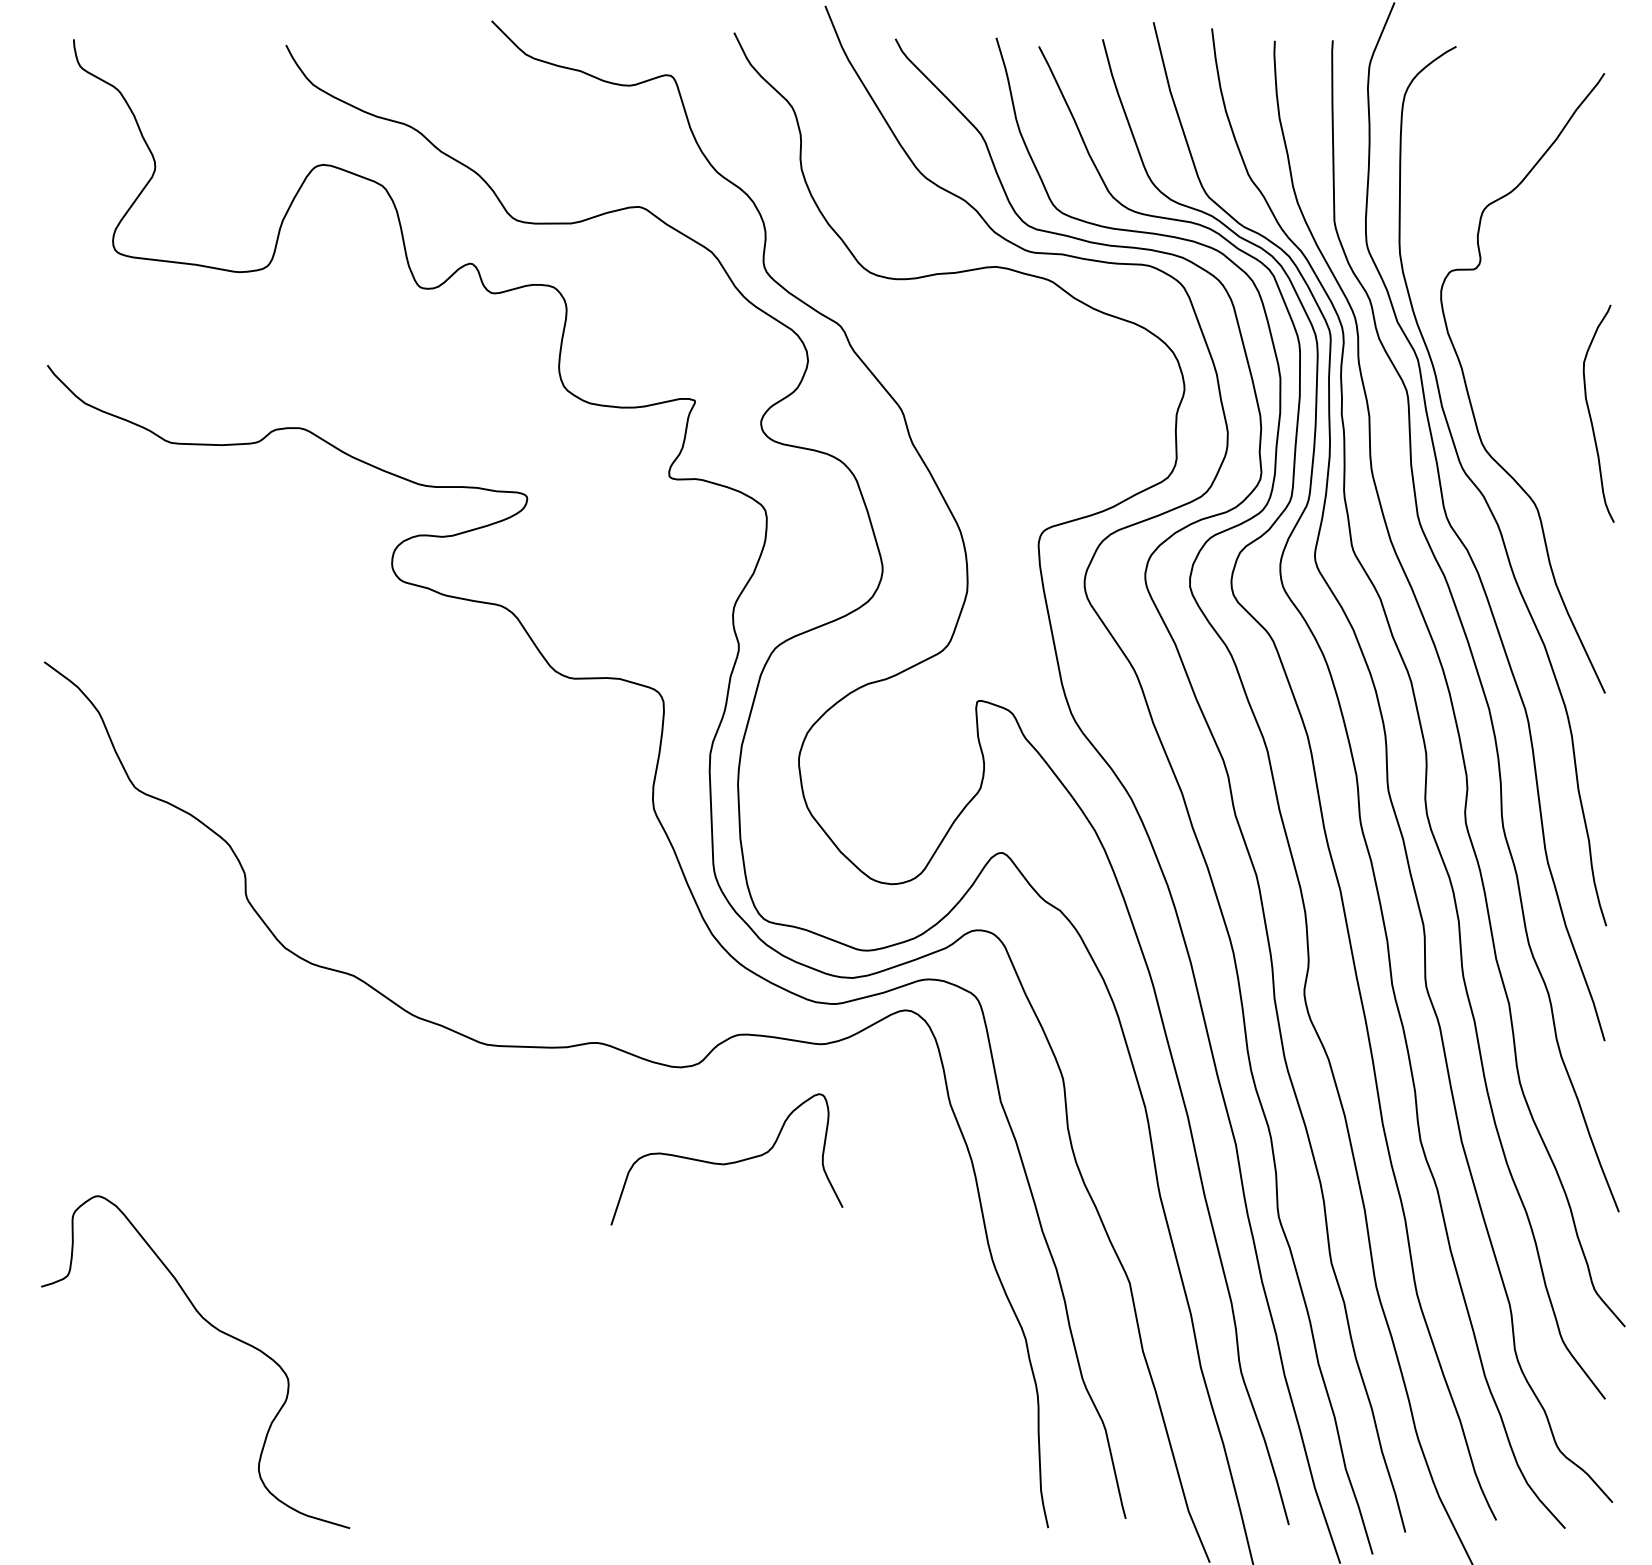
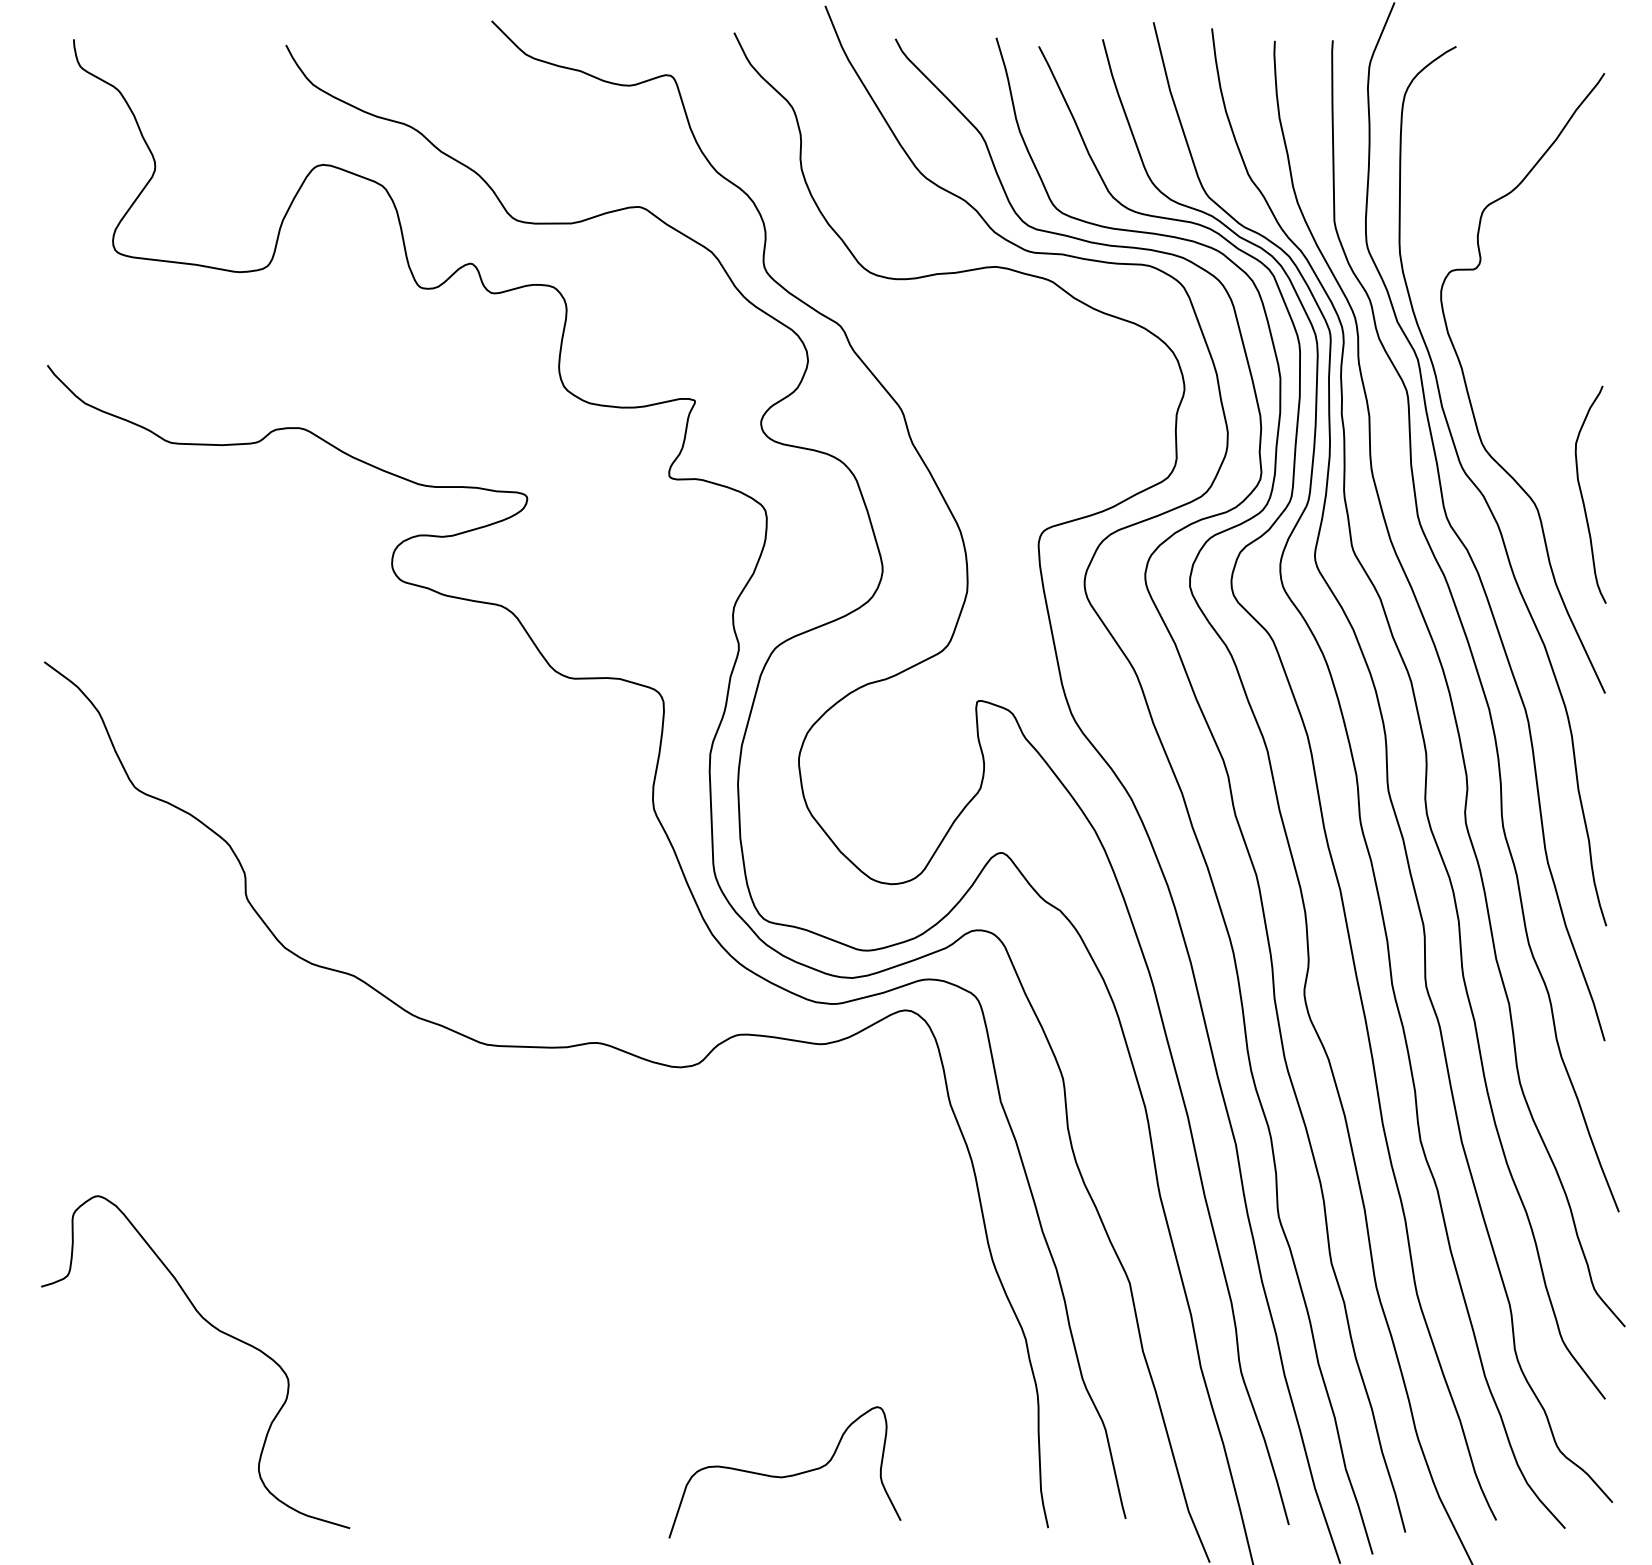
curve at (1591, 416) position: (1591, 416) -> (1583, 497)
curve at (727, 1162) position: (727, 1162) -> (785, 1475)
